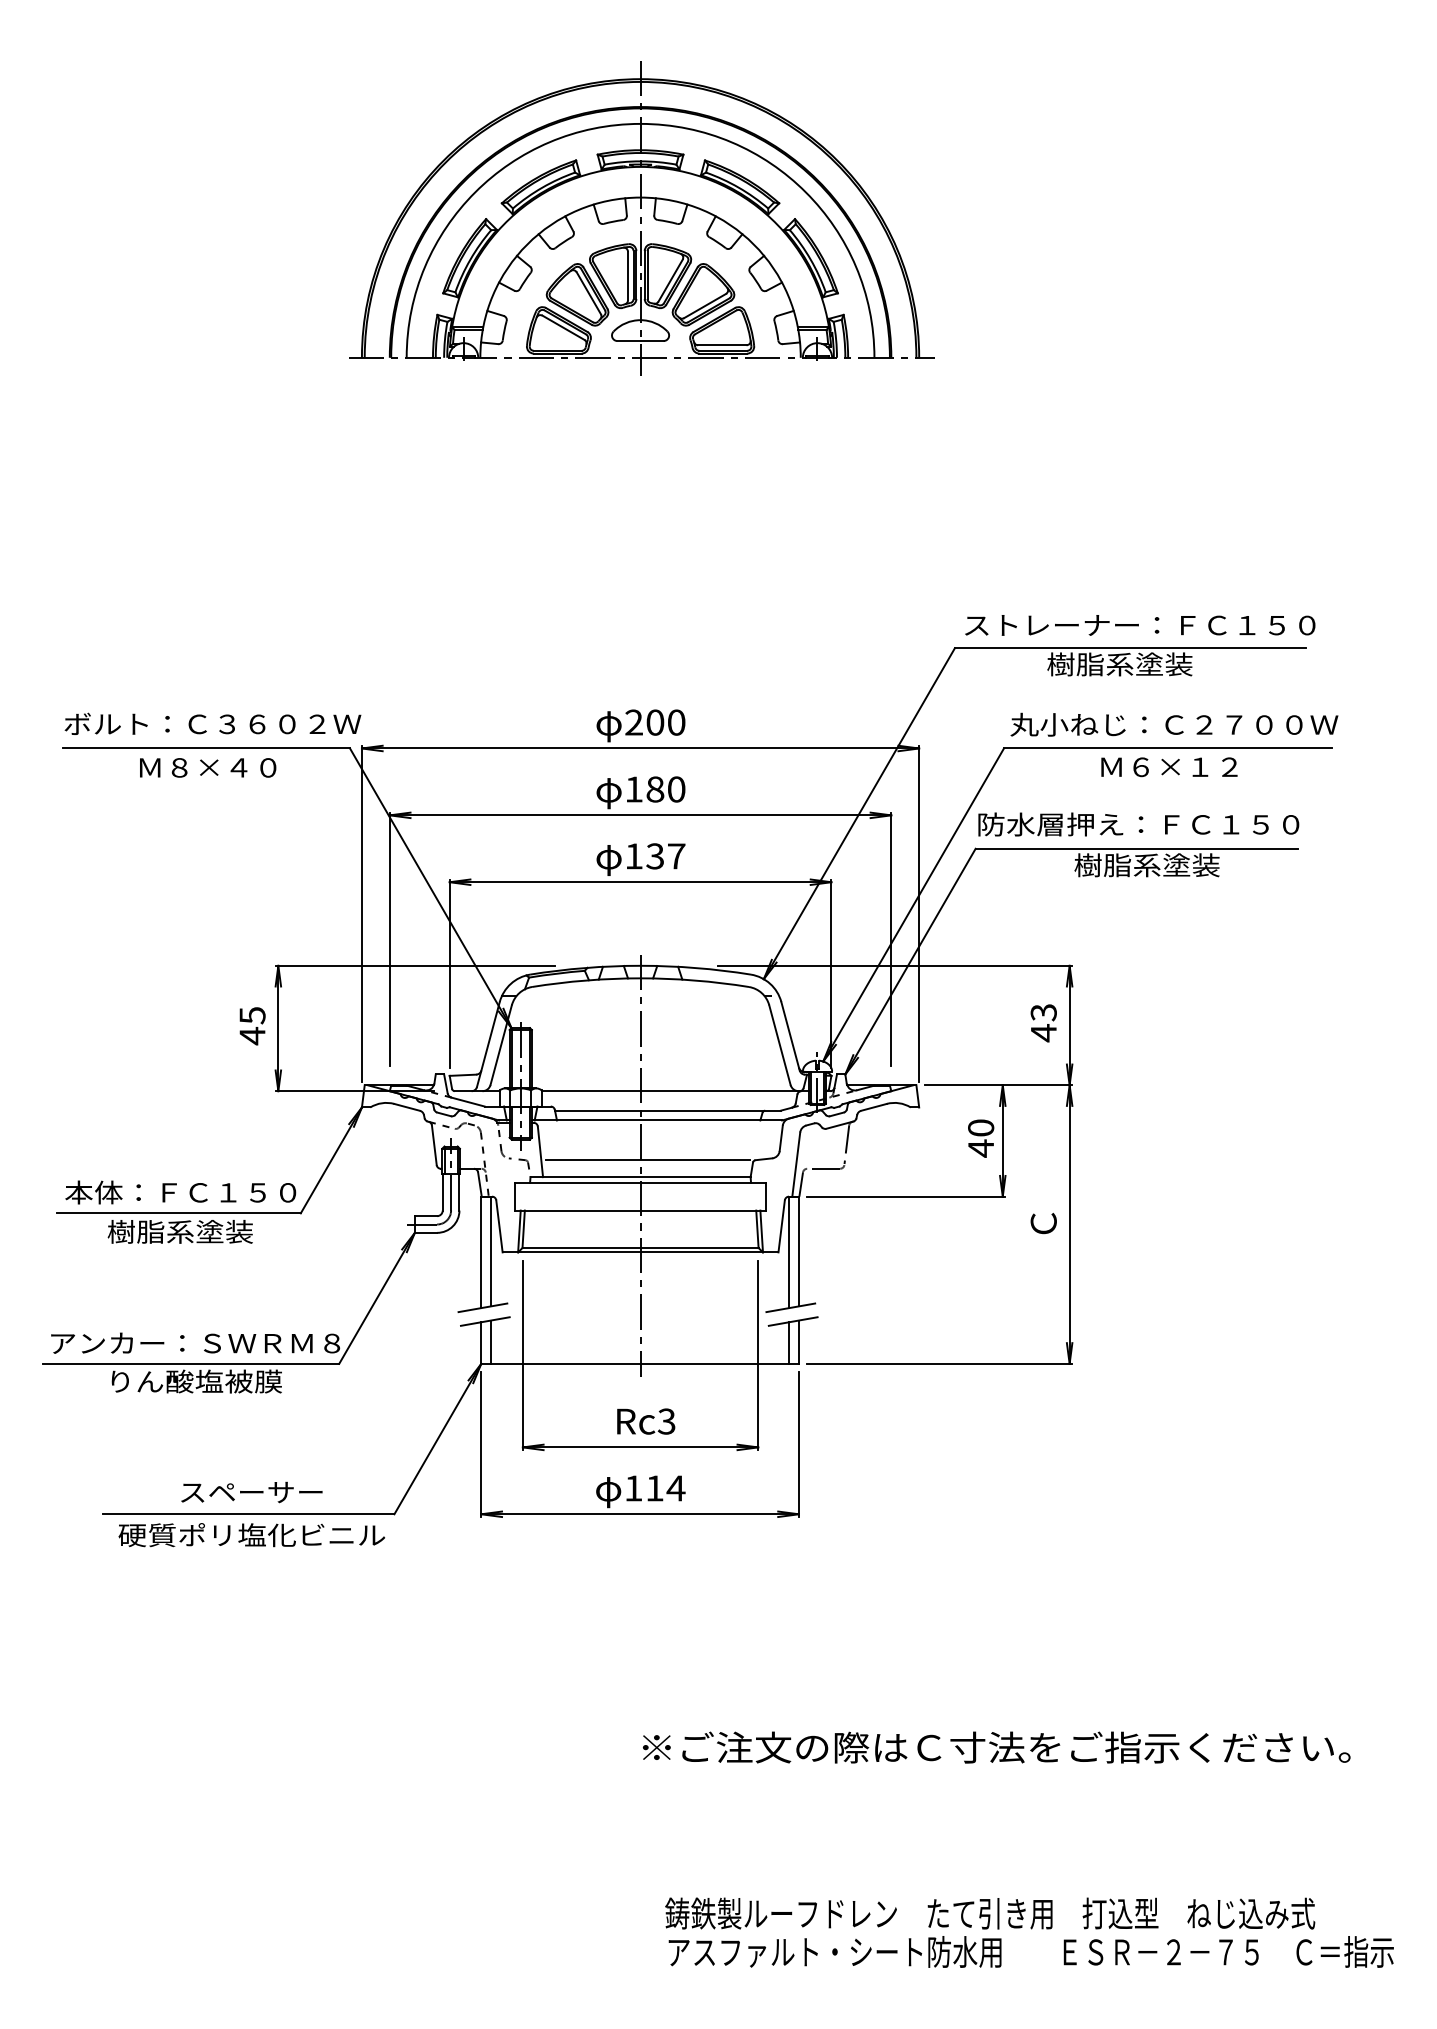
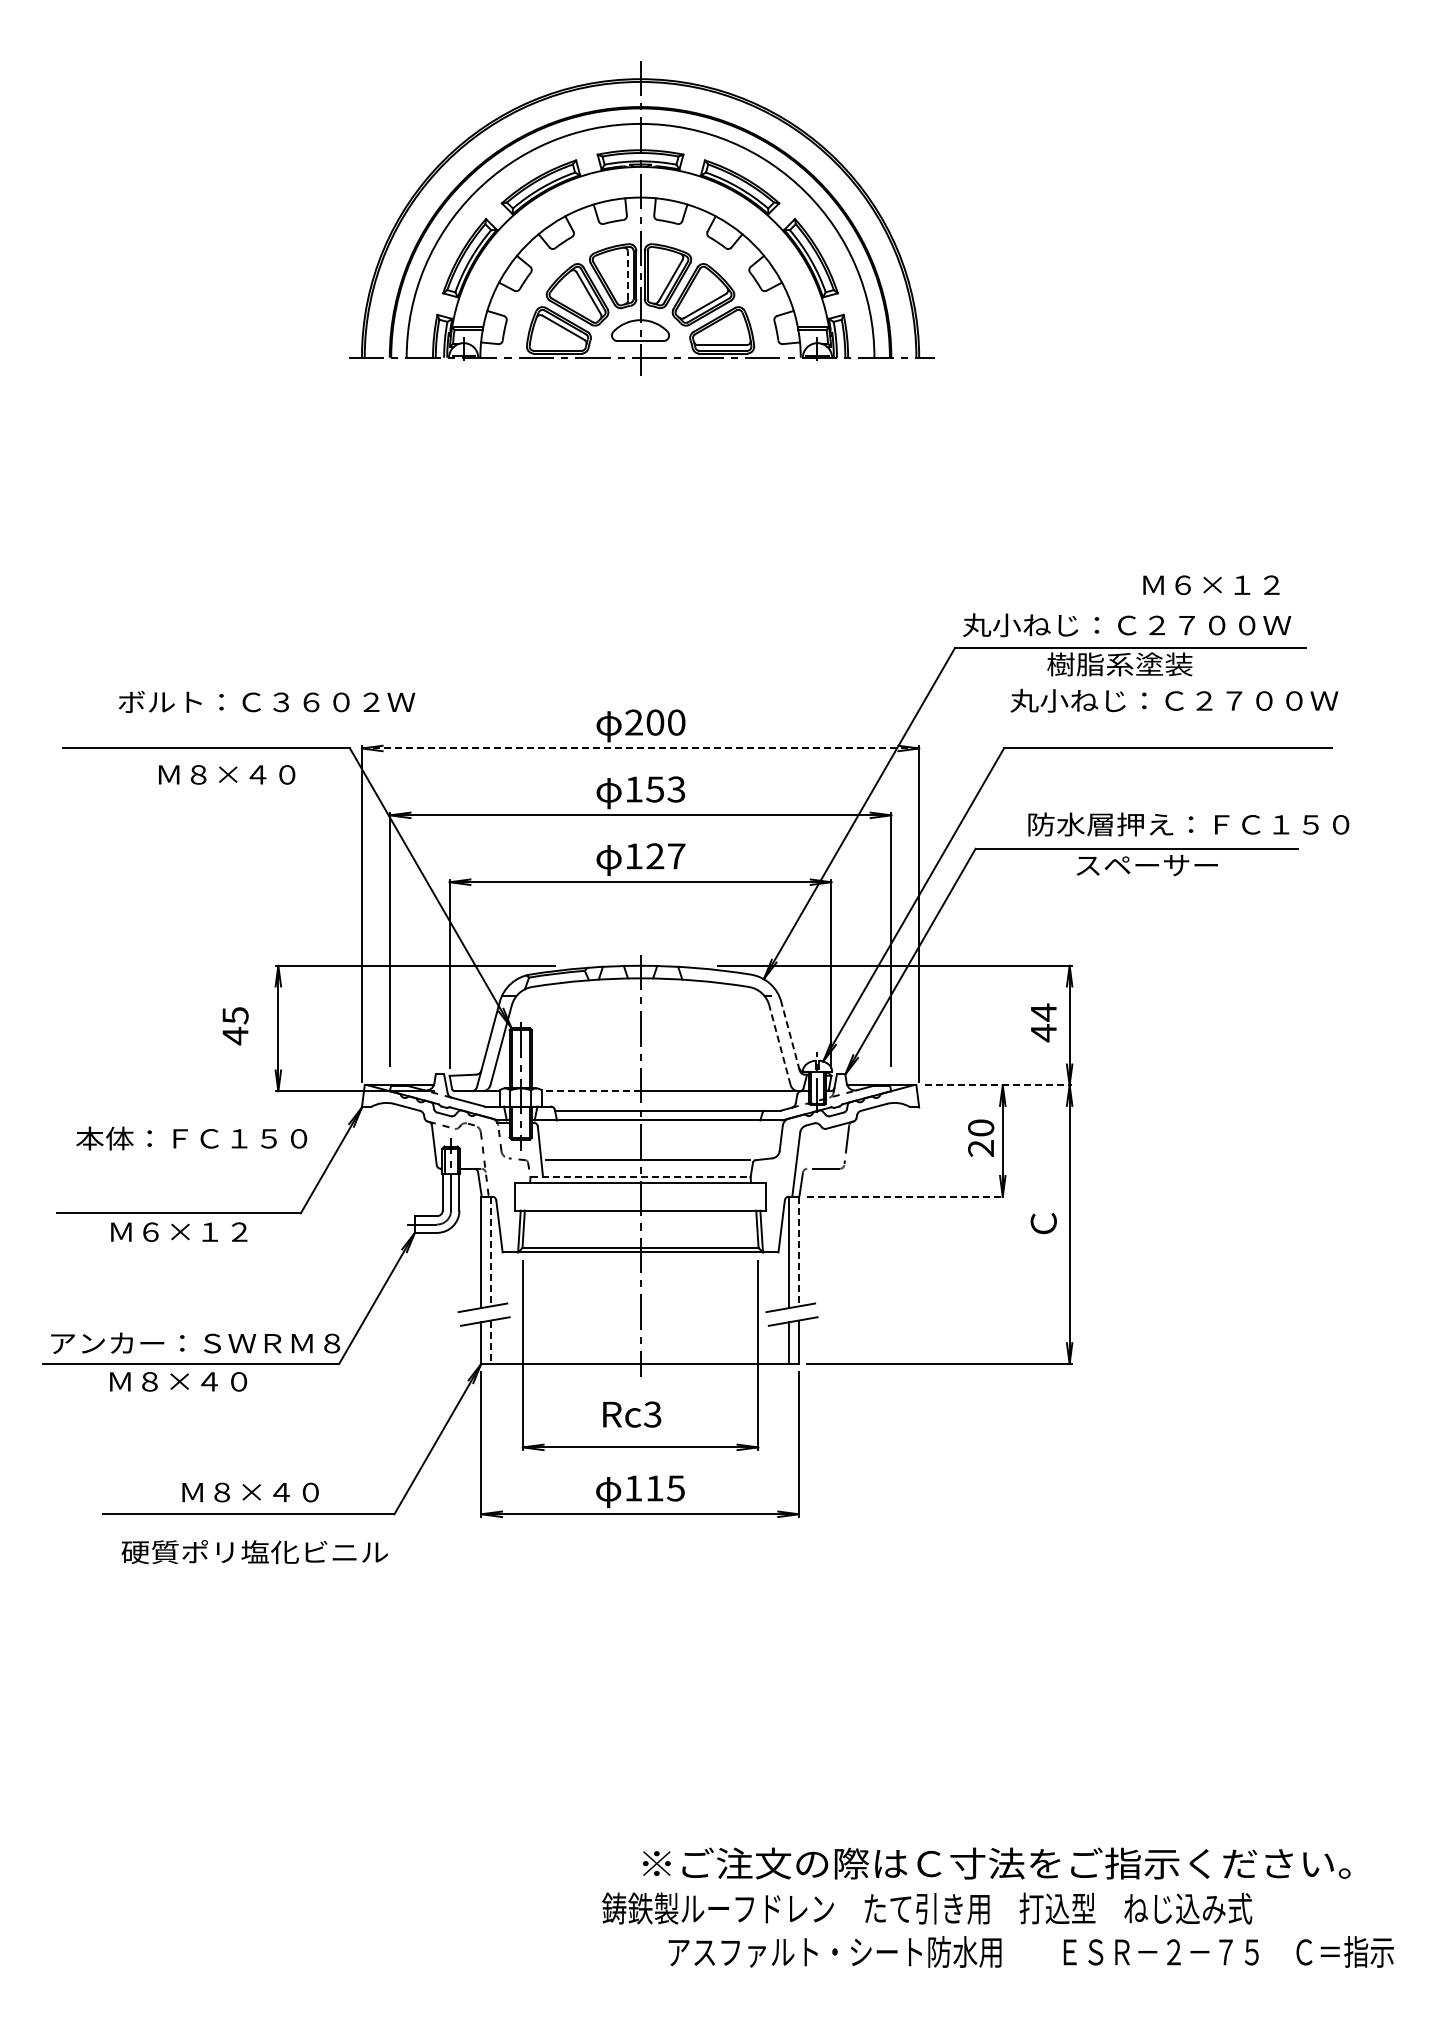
line at (628, 275): solid -> dashed
text at (1139, 625): ストレーナー：ＦＣ１５０ -> 丸小ねじ：Ｃ２７００Ｗ
text at (212, 723) position: (212, 723) -> (266, 701)
text at (1174, 724) position: (1174, 724) -> (1174, 700)
line at (640, 748): solid -> dashed
text at (208, 767) position: (208, 767) -> (227, 774)
text at (1169, 767) position: (1169, 767) -> (1211, 585)
text at (665, 789): 180 -> 153
text at (1138, 824) position: (1138, 824) -> (1188, 824)
text at (655, 856): 137 -> 127
text at (1146, 865): 樹脂系塗装 -> スペーサー
text at (1043, 1012): 43 -> 44
text at (252, 1026) position: (252, 1026) -> (235, 1026)
line at (790, 1035): solid -> dashed
line at (779, 1044): solid -> dashed
line at (998, 1085): solid -> dashed
line at (590, 1091): solid -> dashed
text at (980, 1148): 40 -> 20
line at (641, 1177): solid -> dashed
text at (180, 1192) position: (180, 1192) -> (191, 1138)
line at (906, 1196): solid -> dashed
text at (179, 1231): 樹脂系塗装 -> Ｍ６×１２
line at (491, 1251): solid -> dashed
line at (798, 1251): solid -> dashed
line at (491, 1342): solid -> dashed
text at (195, 1381): りん酸塩被膜 -> Ｍ８×４０
text at (646, 1421) position: (646, 1421) -> (632, 1414)
text at (675, 1488): 114 -> 115
text at (251, 1492): スペーサー -> Ｍ８×４０
text at (251, 1535) position: (251, 1535) -> (254, 1552)
text at (996, 1747) position: (996, 1747) -> (996, 1863)
text at (990, 1913) position: (990, 1913) -> (927, 1908)
